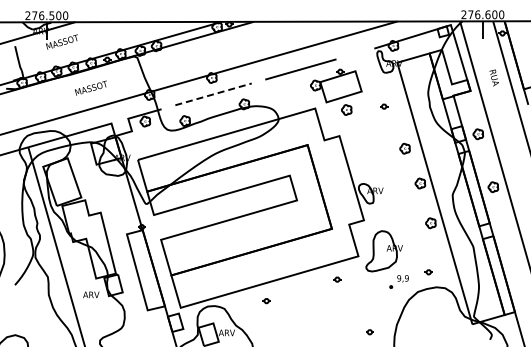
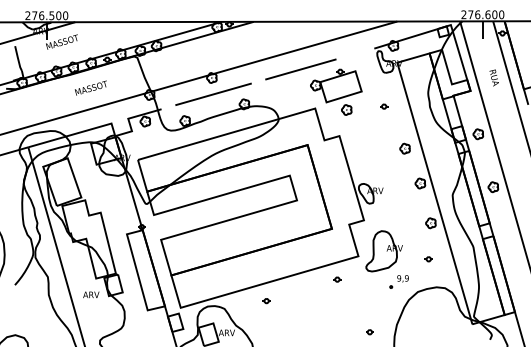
line at (213, 94): dashed -> solid
part at (428, 272) position: (428, 272) -> (428, 259)
